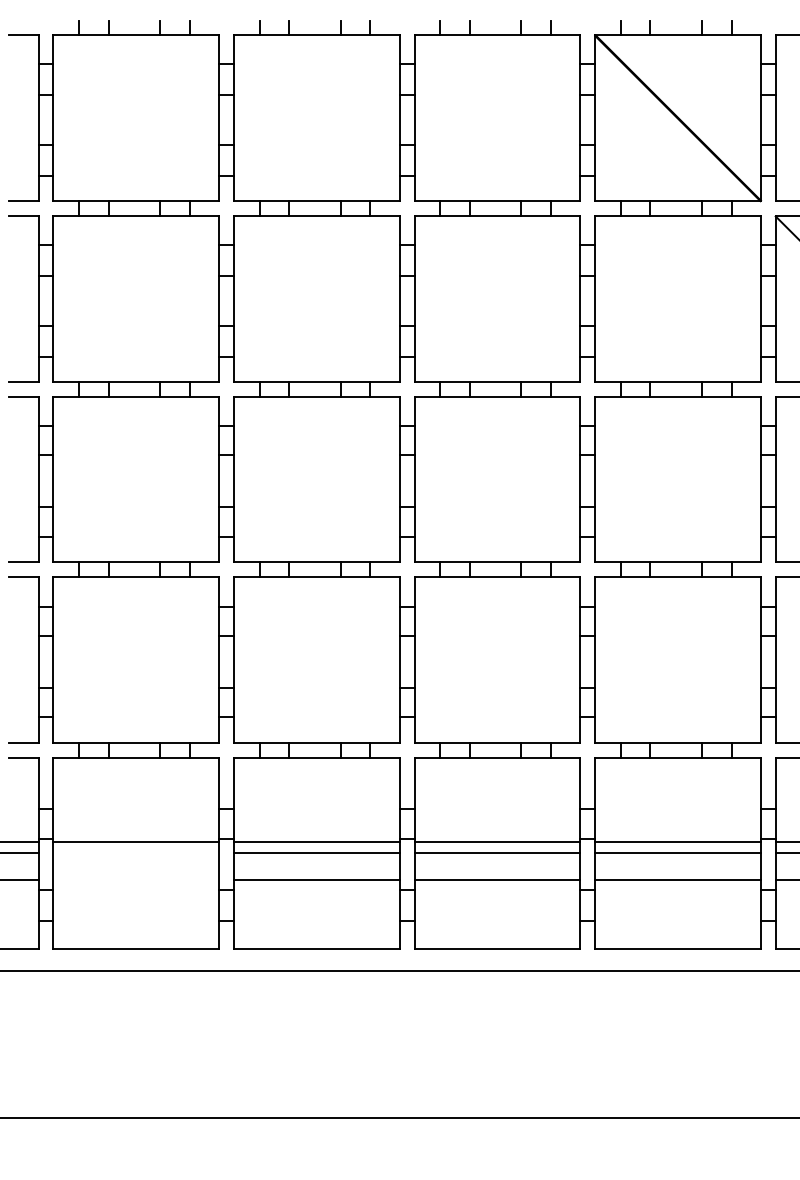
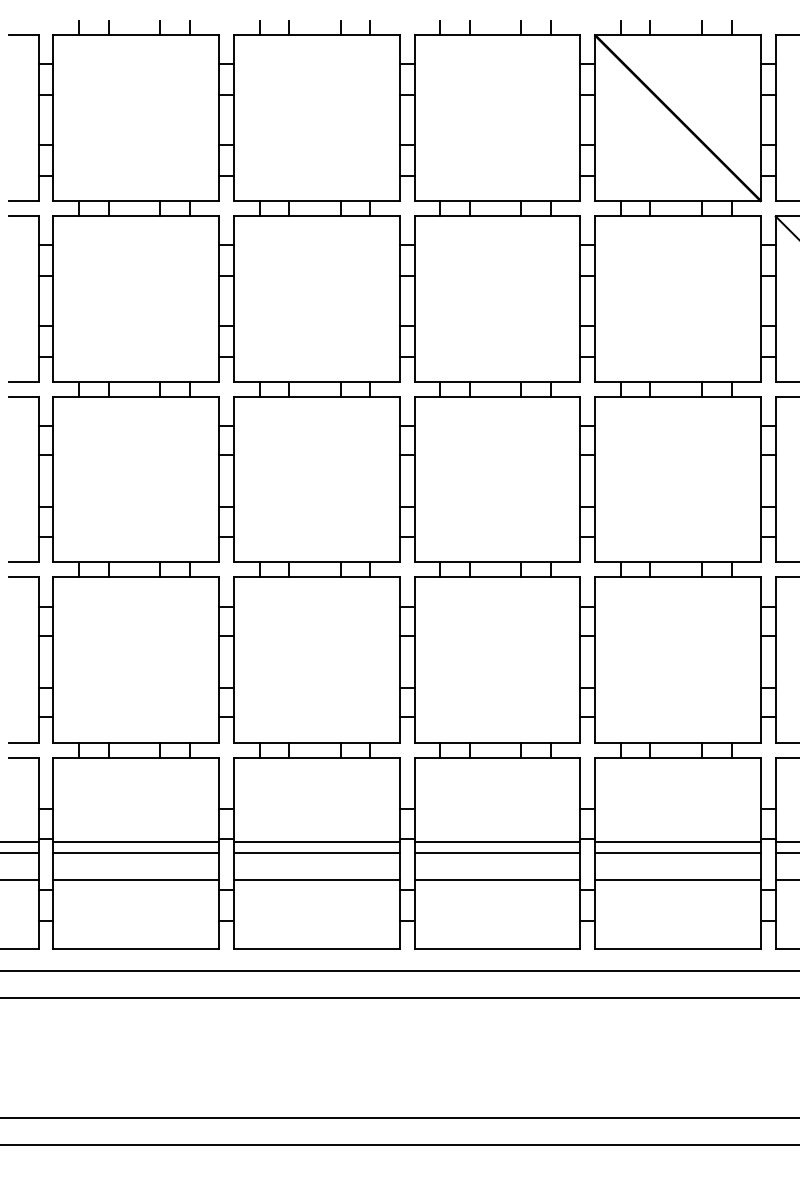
line at (136, 853): none -> present
line at (136, 880): none -> present
line at (399, 997): none -> present
line at (399, 1144): none -> present
